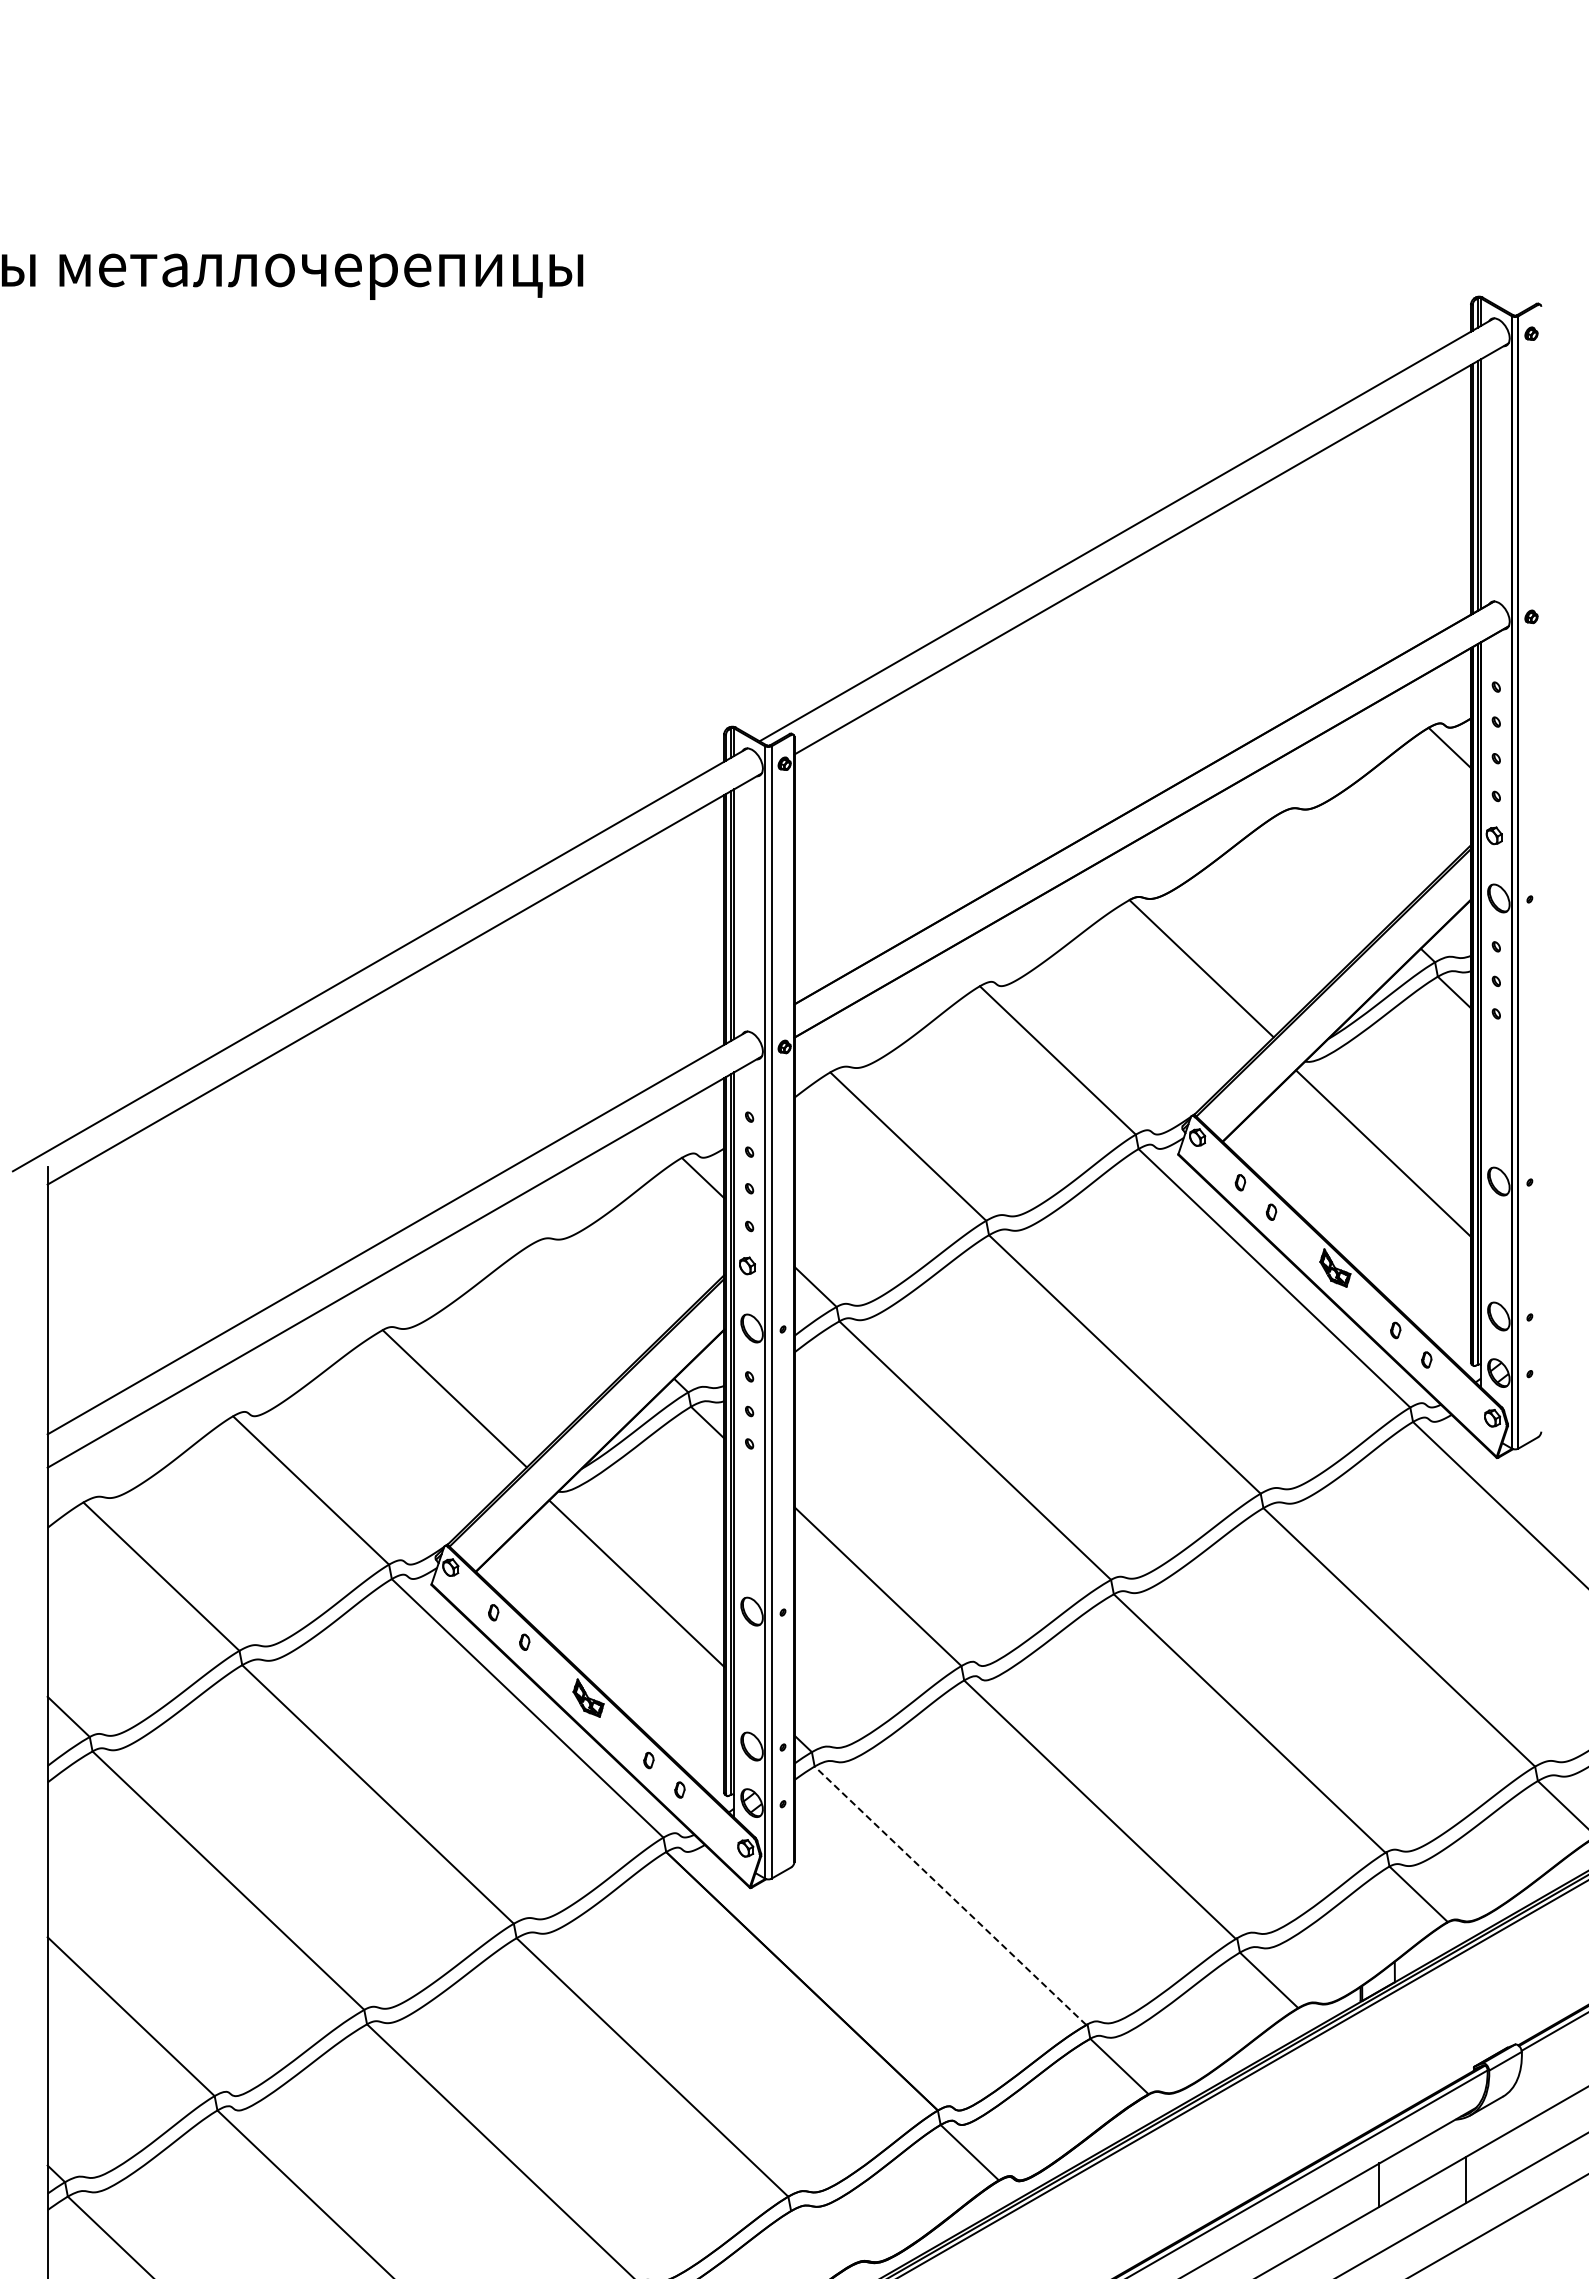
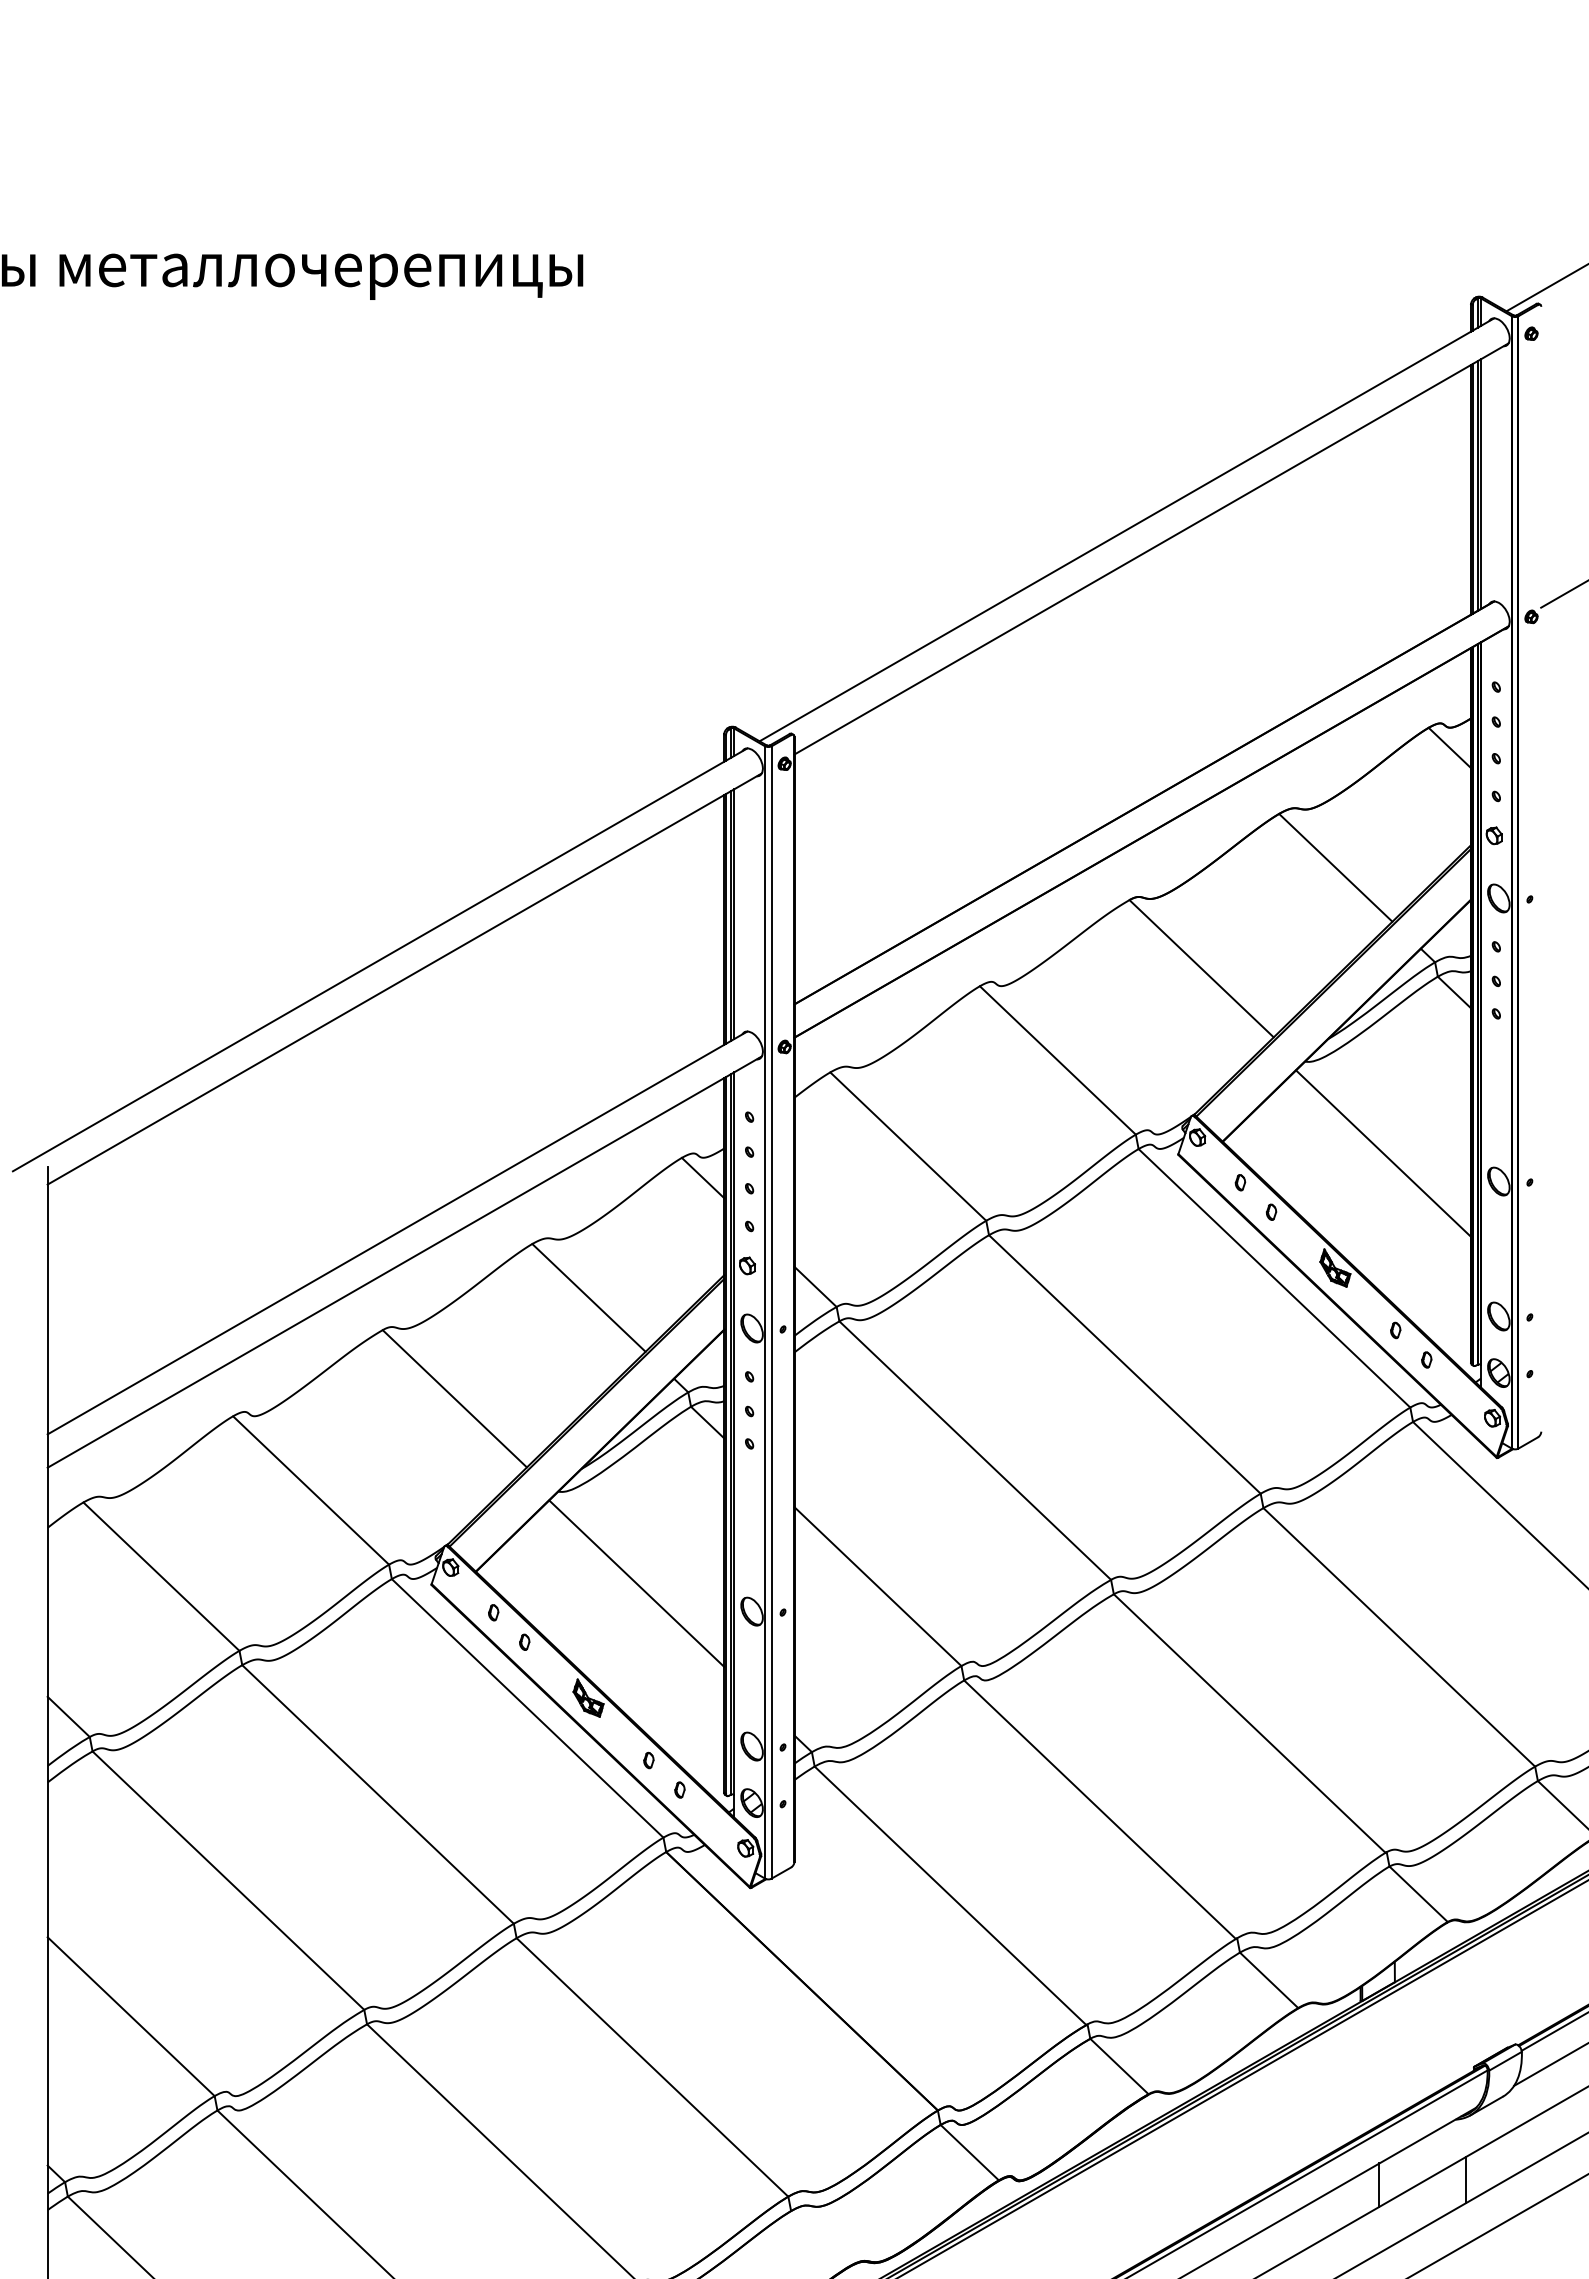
line at (1545, 288): none -> present
line at (1563, 594): none -> present
line at (1335, 867): none -> present
line at (588, 1297): none -> present
line at (950, 1895): dashed -> solid
line at (1549, 2064): none -> present
